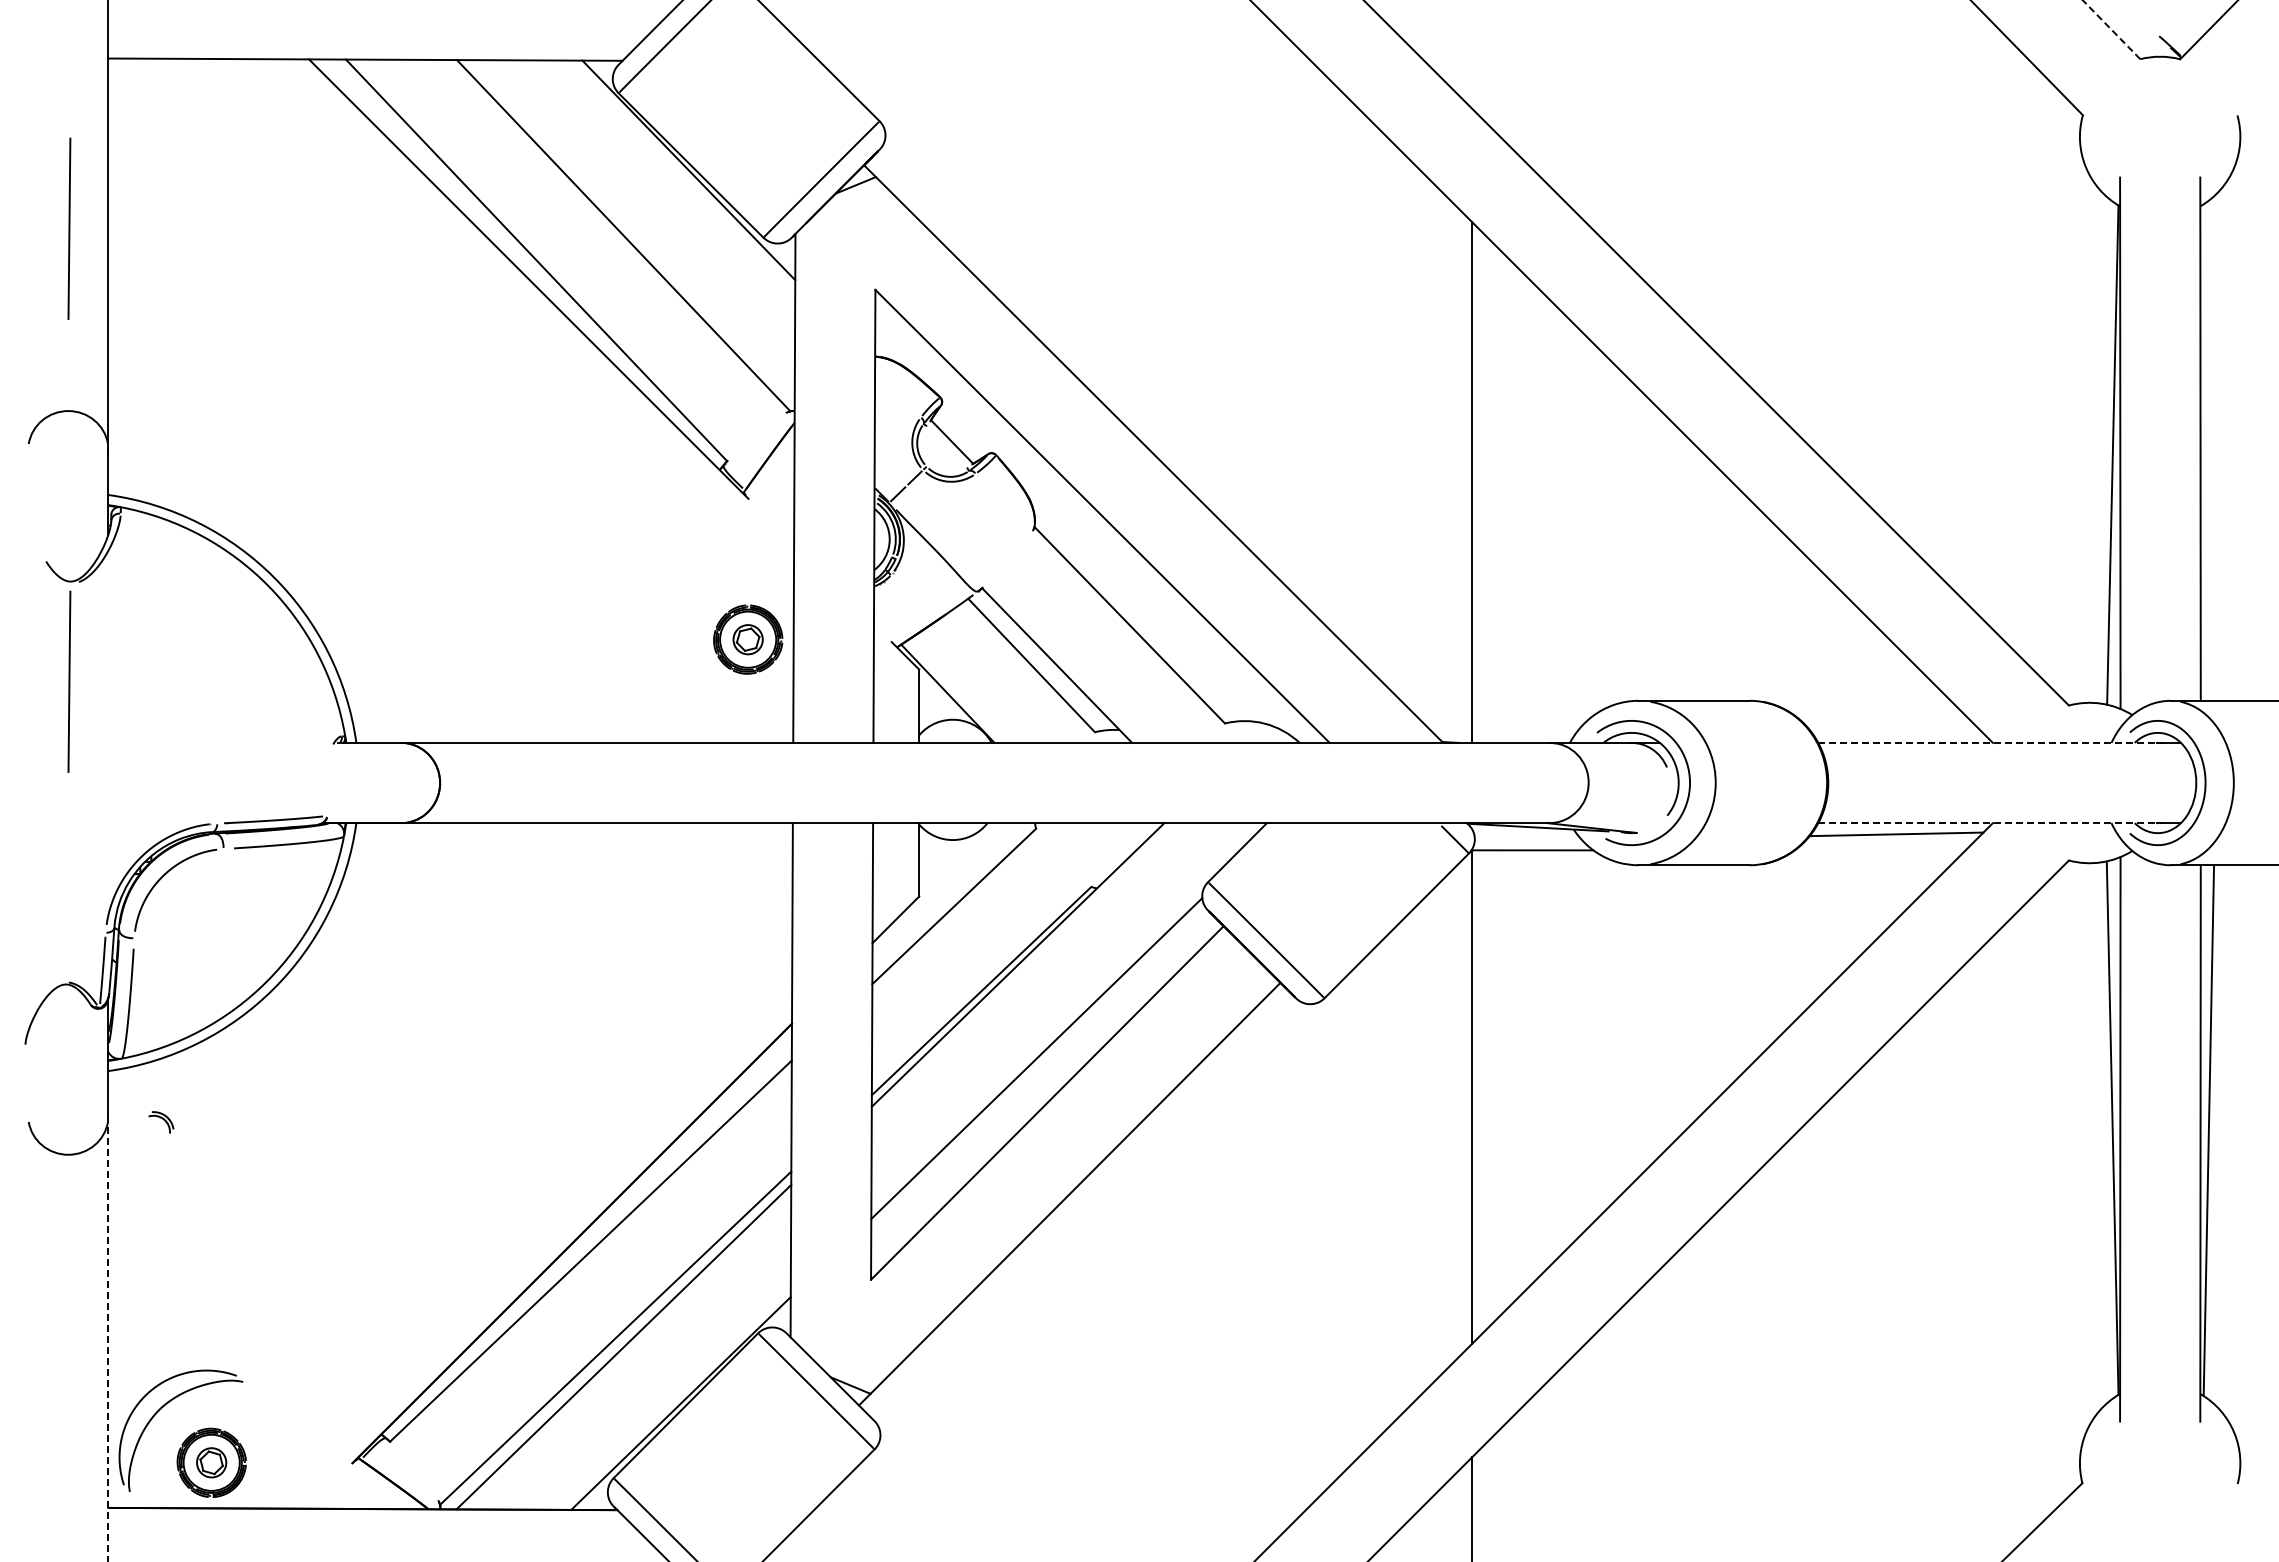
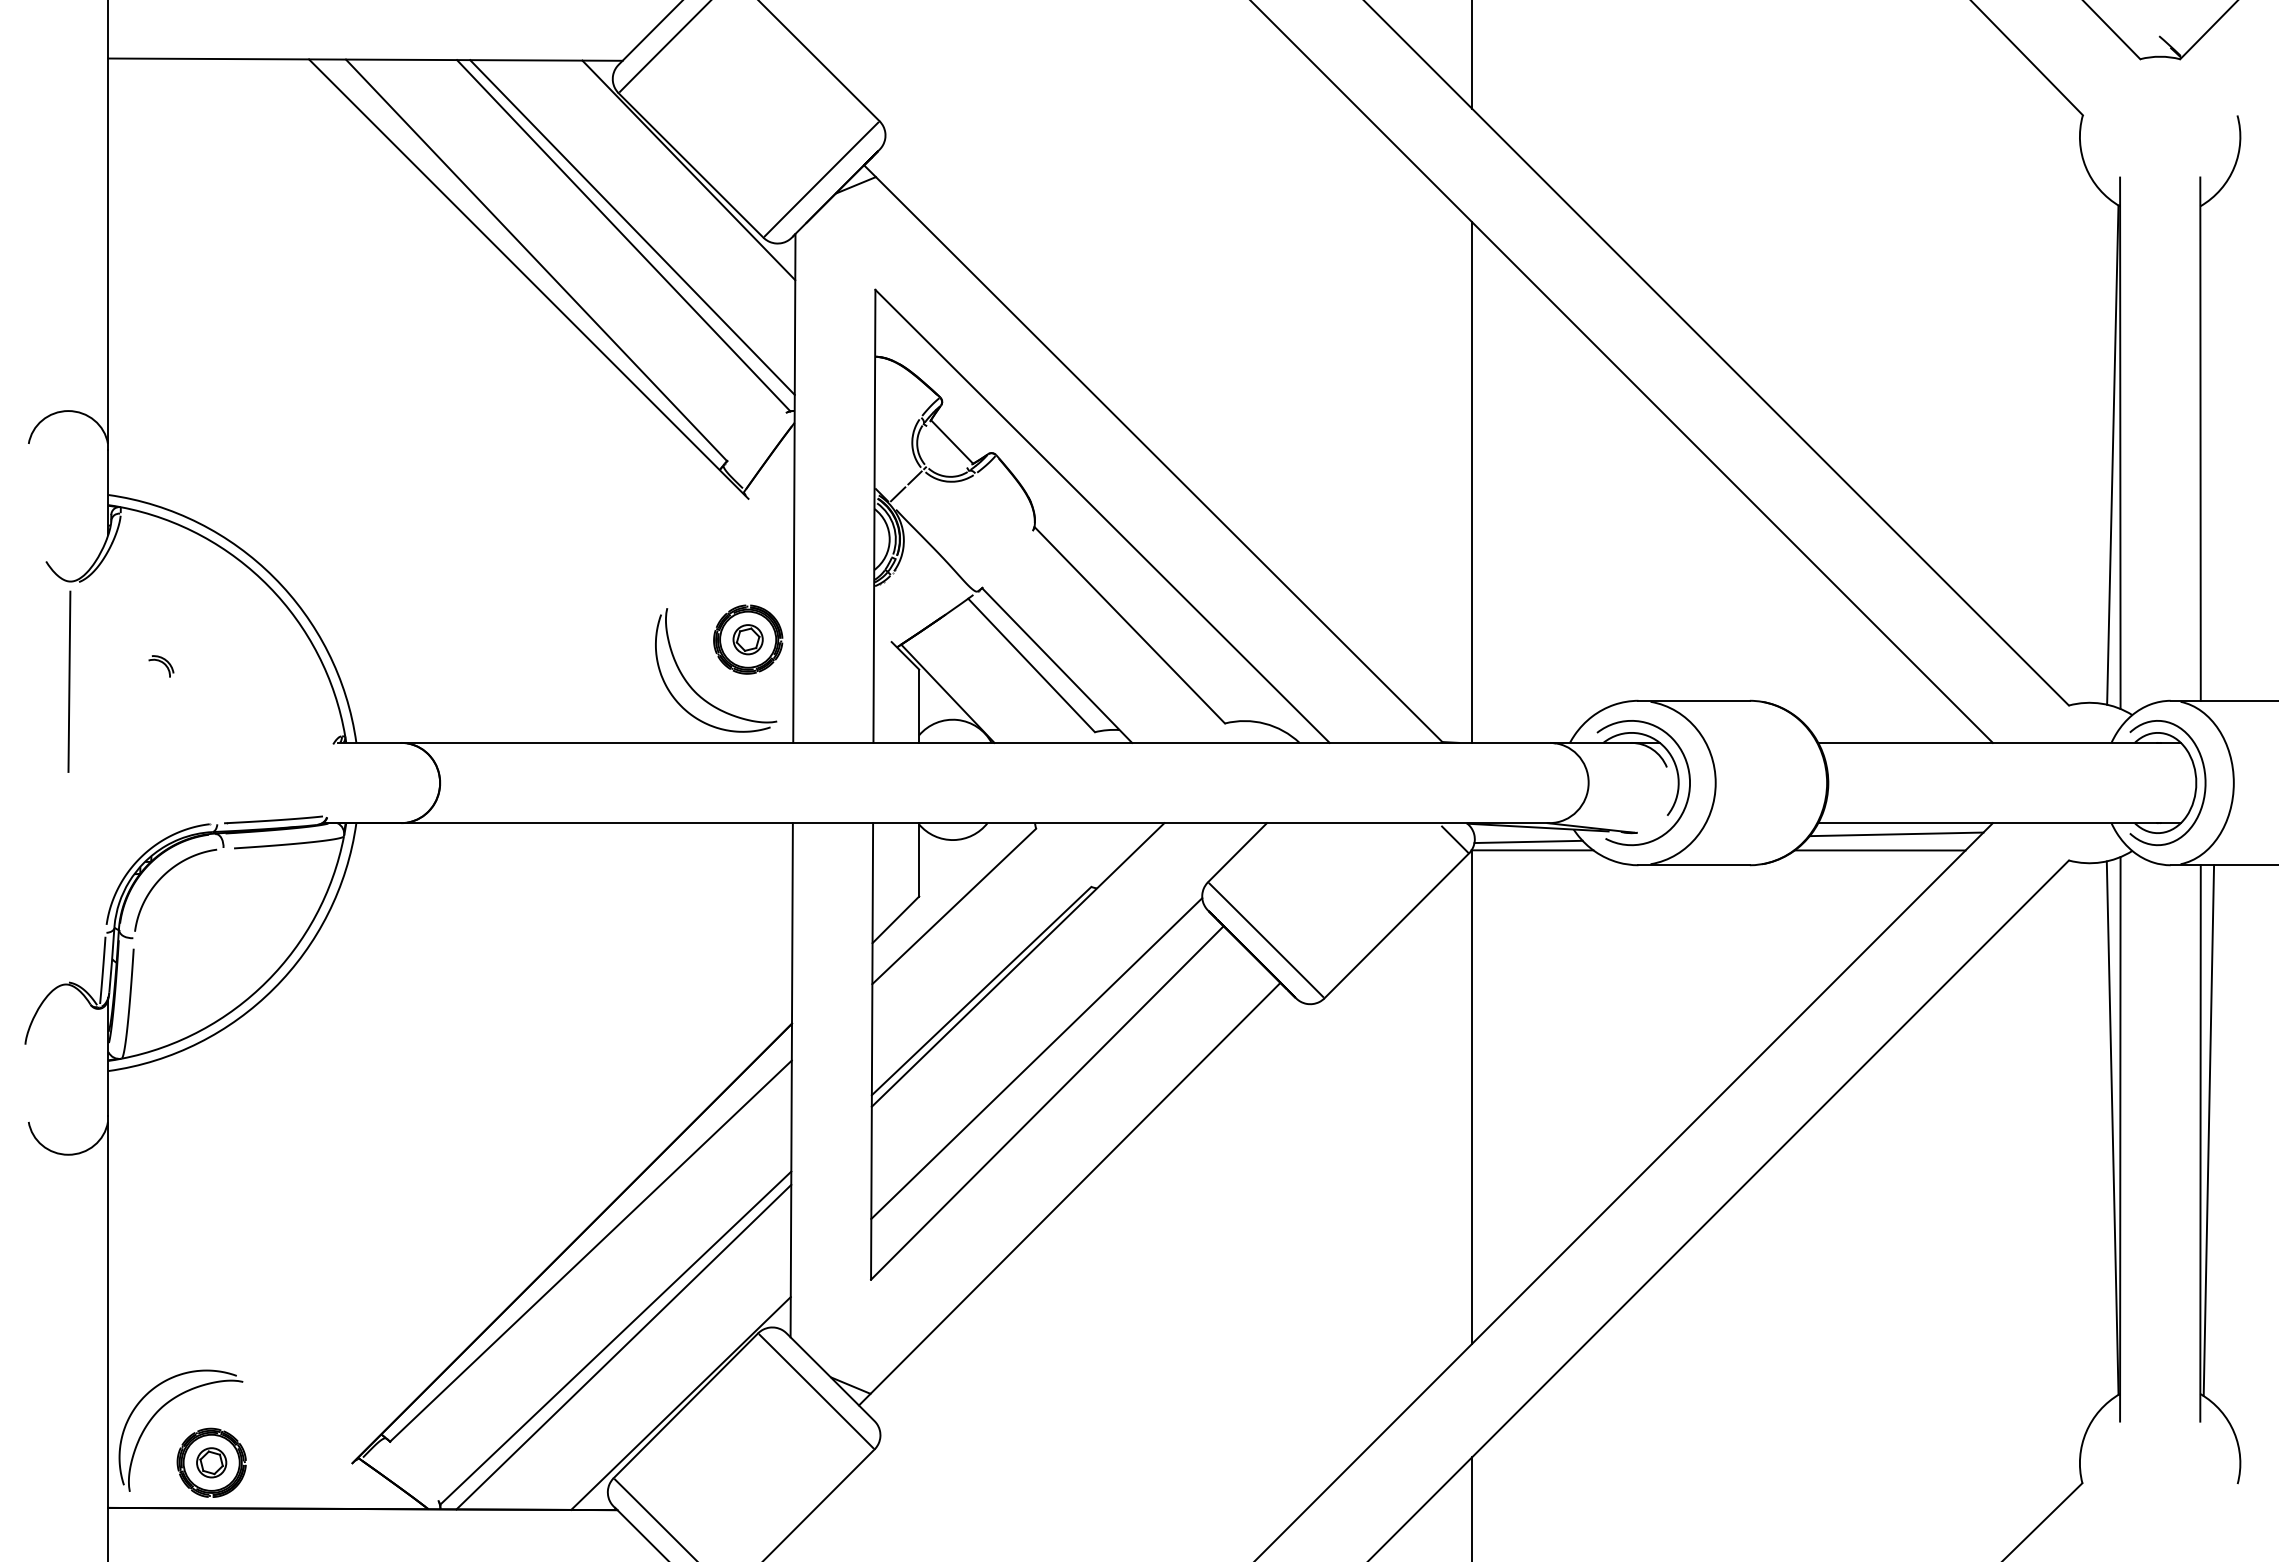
line at (2111, 29): dashed -> solid
line at (1472, 55): none -> present
line at (632, 227): none -> present
line at (69, 228): present -> none
part at (695, 690): none -> present
line at (1988, 742): dashed -> solid
line at (1988, 823): dashed -> solid
line at (1528, 841): none -> present
line at (1879, 850): none -> present
part at (161, 1122) position: (161, 1122) -> (161, 666)
line at (108, 1338): dashed -> solid
